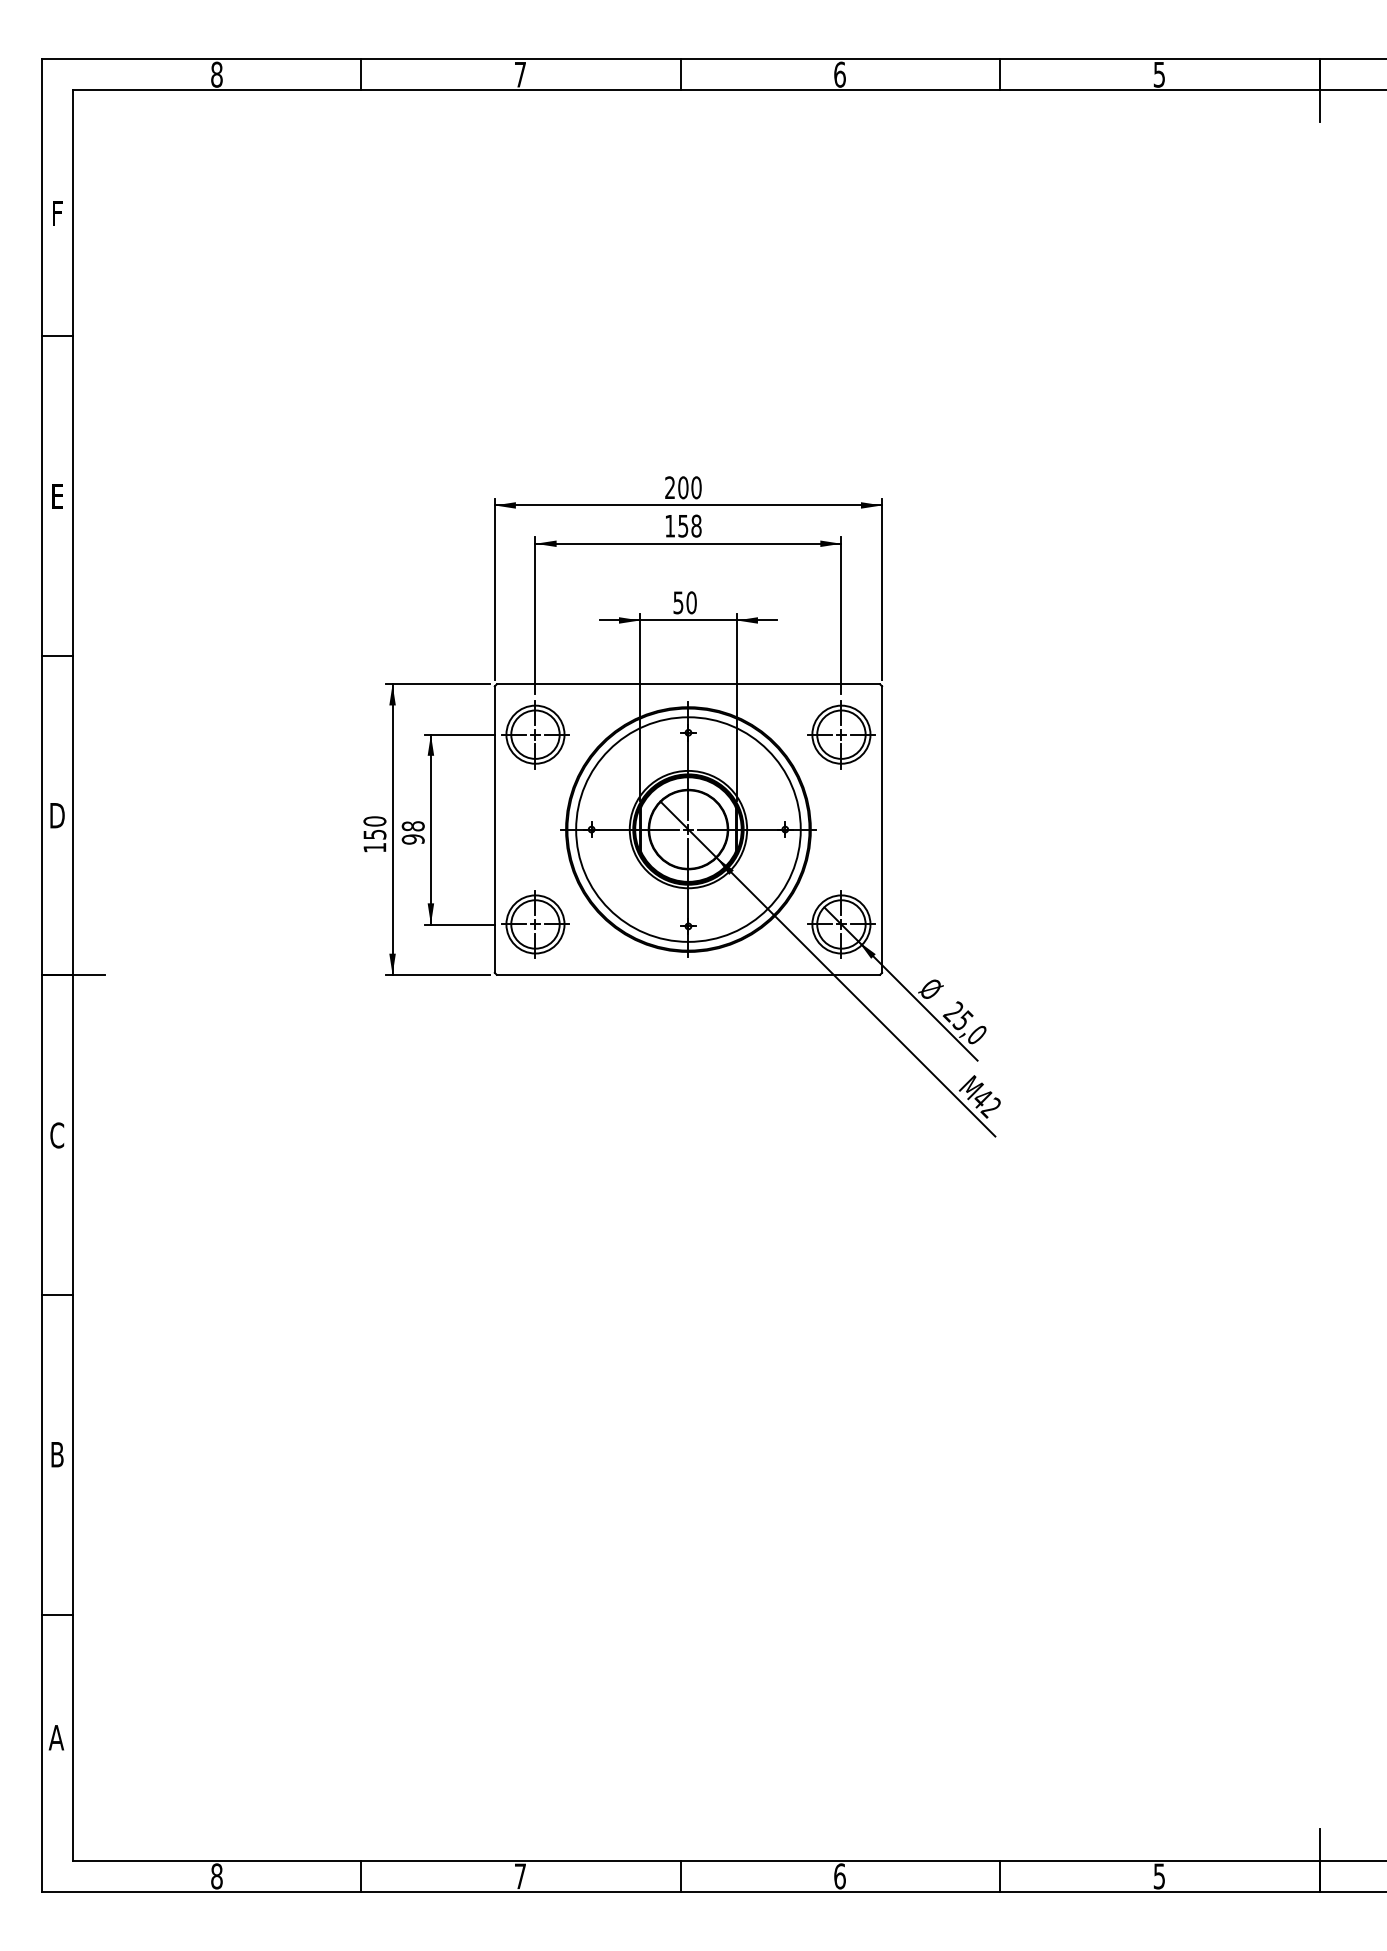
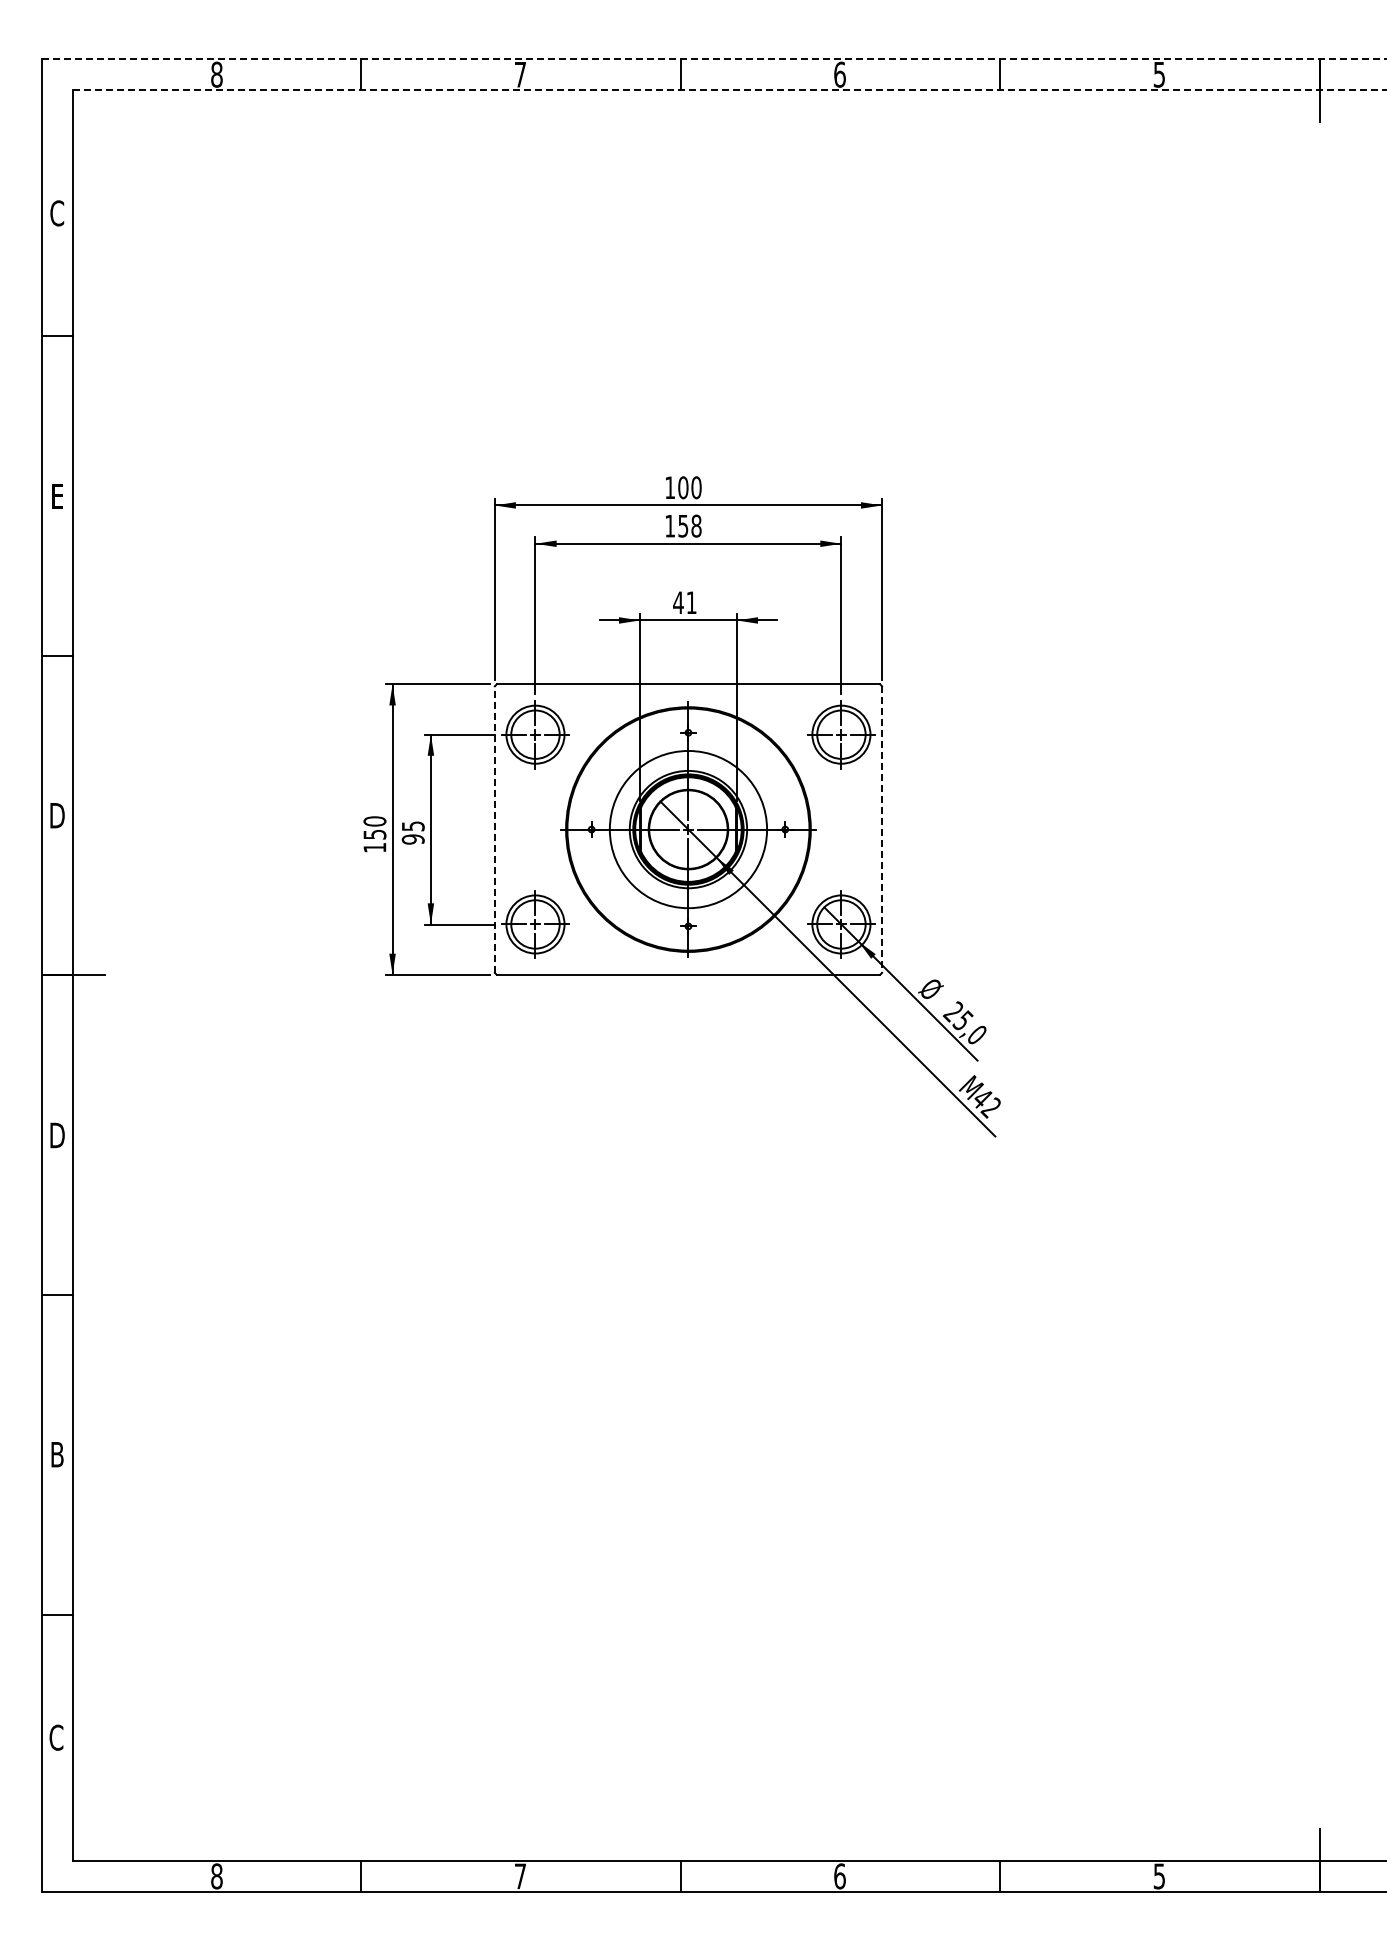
line at (714, 58): solid -> dashed
line at (730, 90): solid -> dashed
text at (57, 213): F -> C
text at (669, 487): 200 -> 100
text at (684, 602): 50 -> 41
text at (412, 826): 98 -> 95
line at (494, 829): solid -> dashed
circle at (688, 829) diameter: 225 px -> 157 px
line at (882, 830): solid -> dashed
text at (57, 1135): C -> D
text at (56, 1737): A -> C
